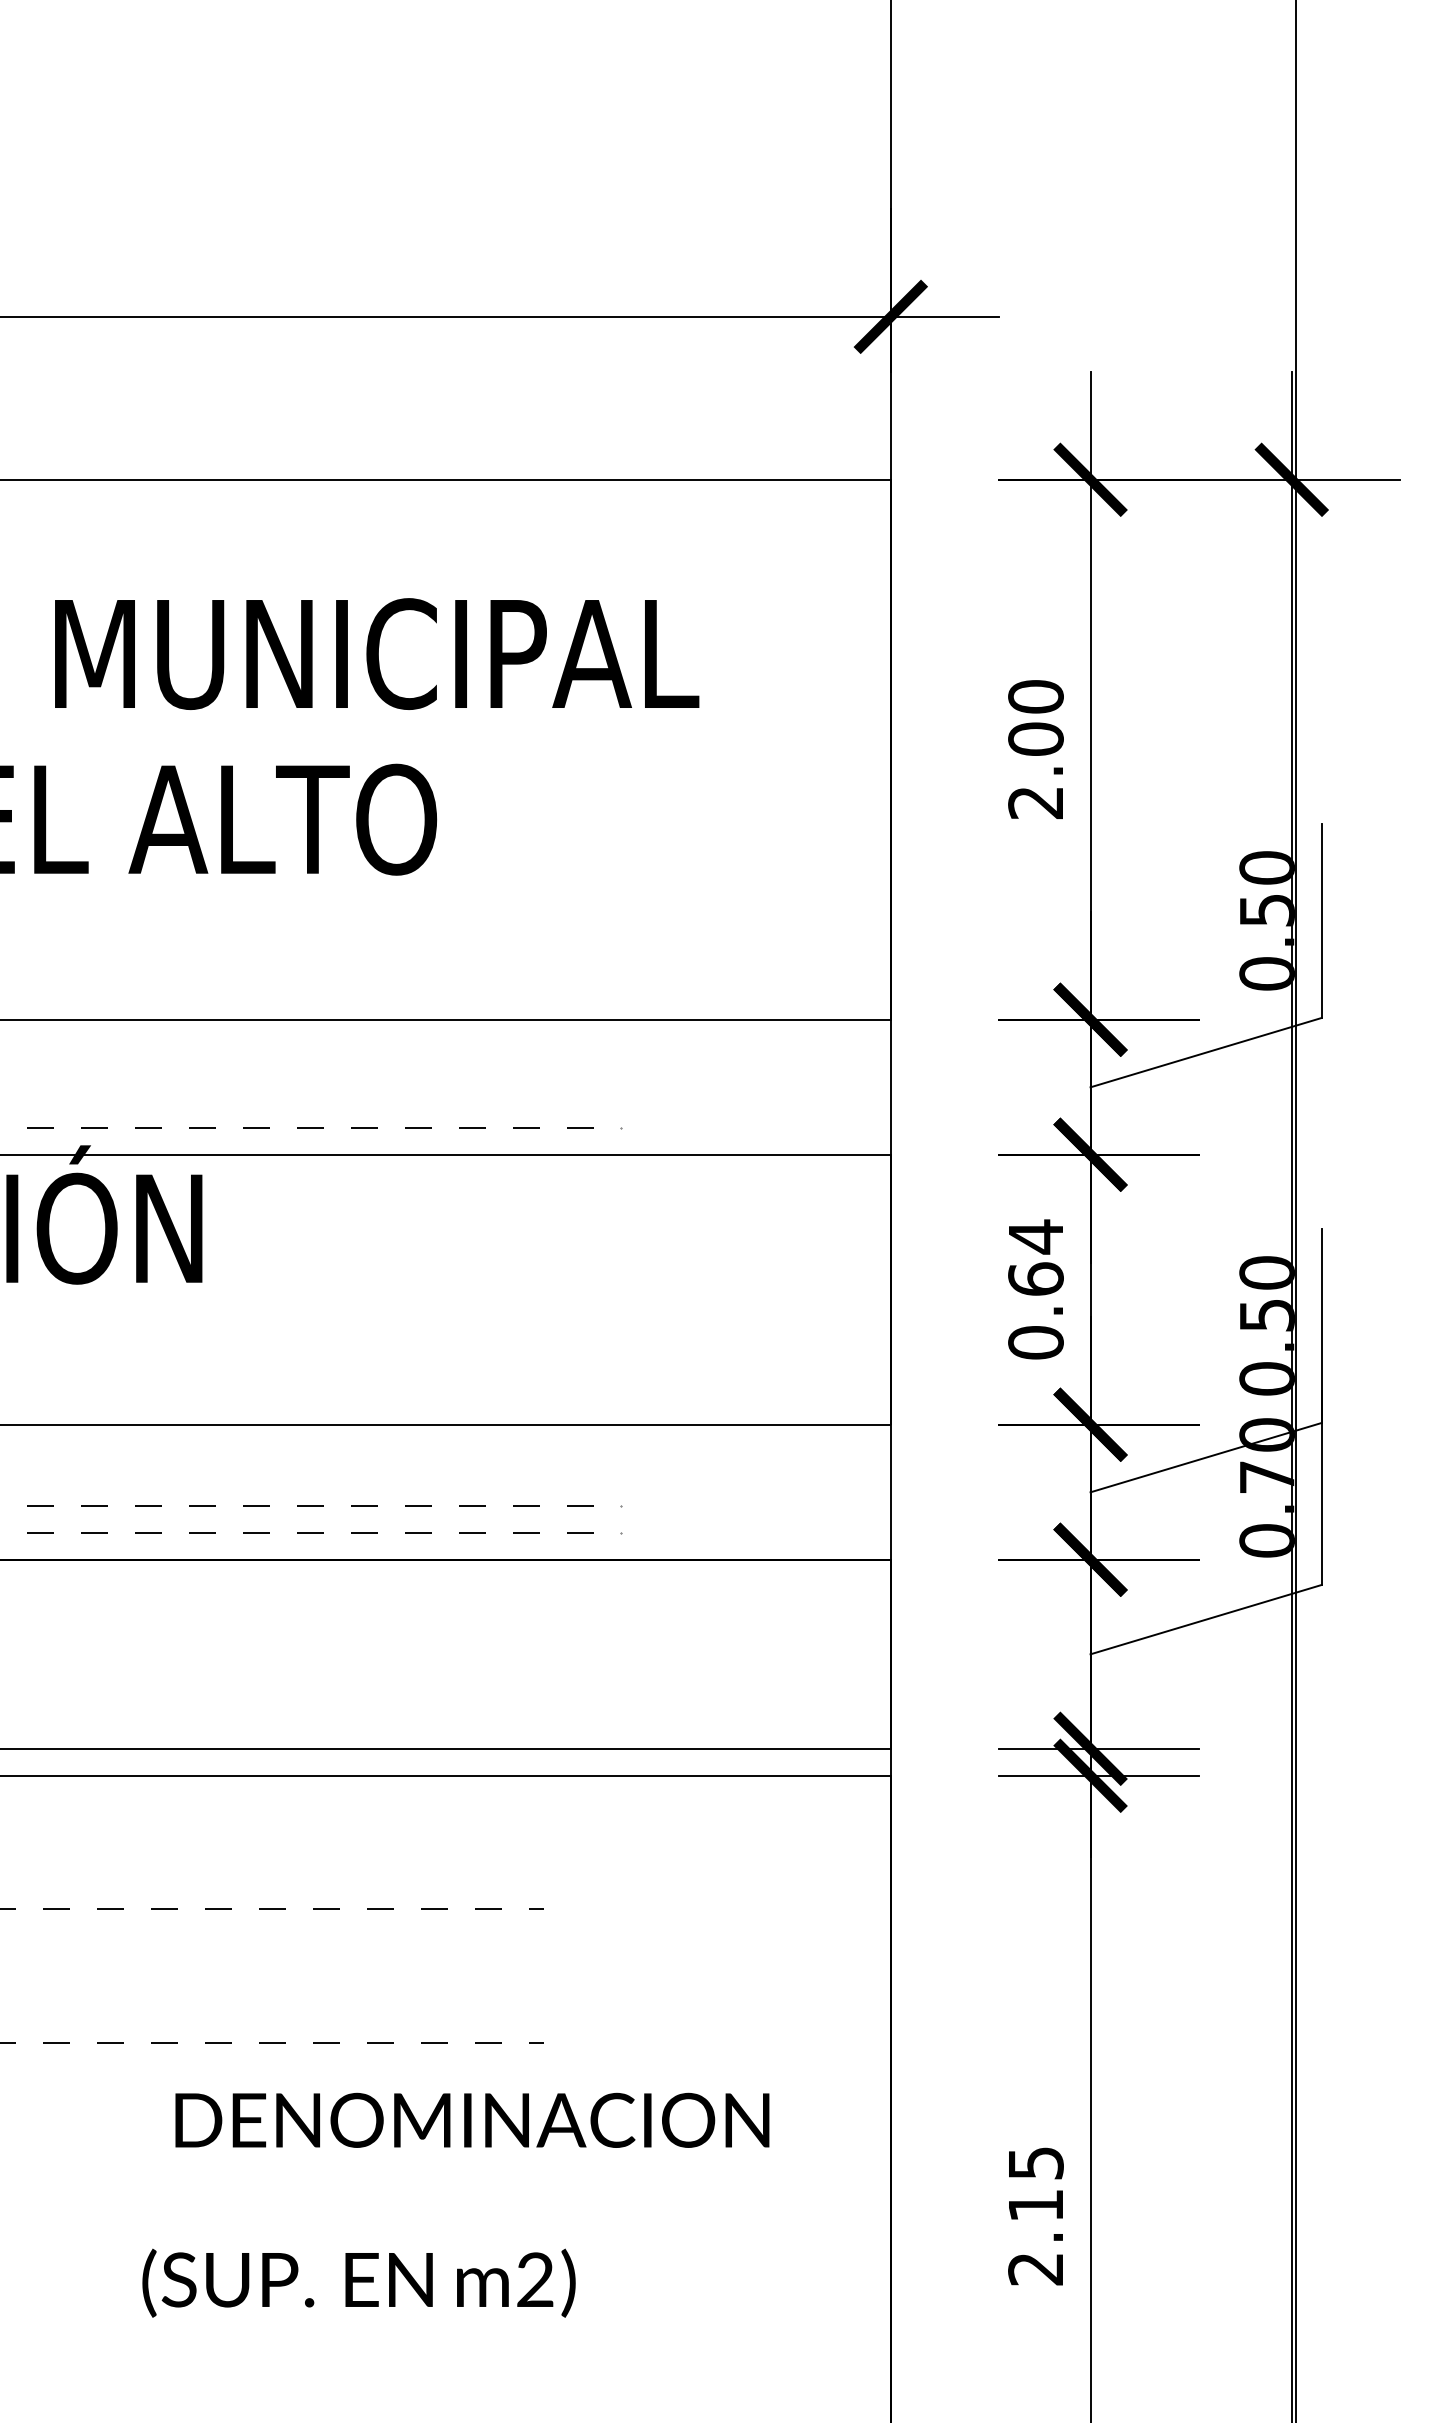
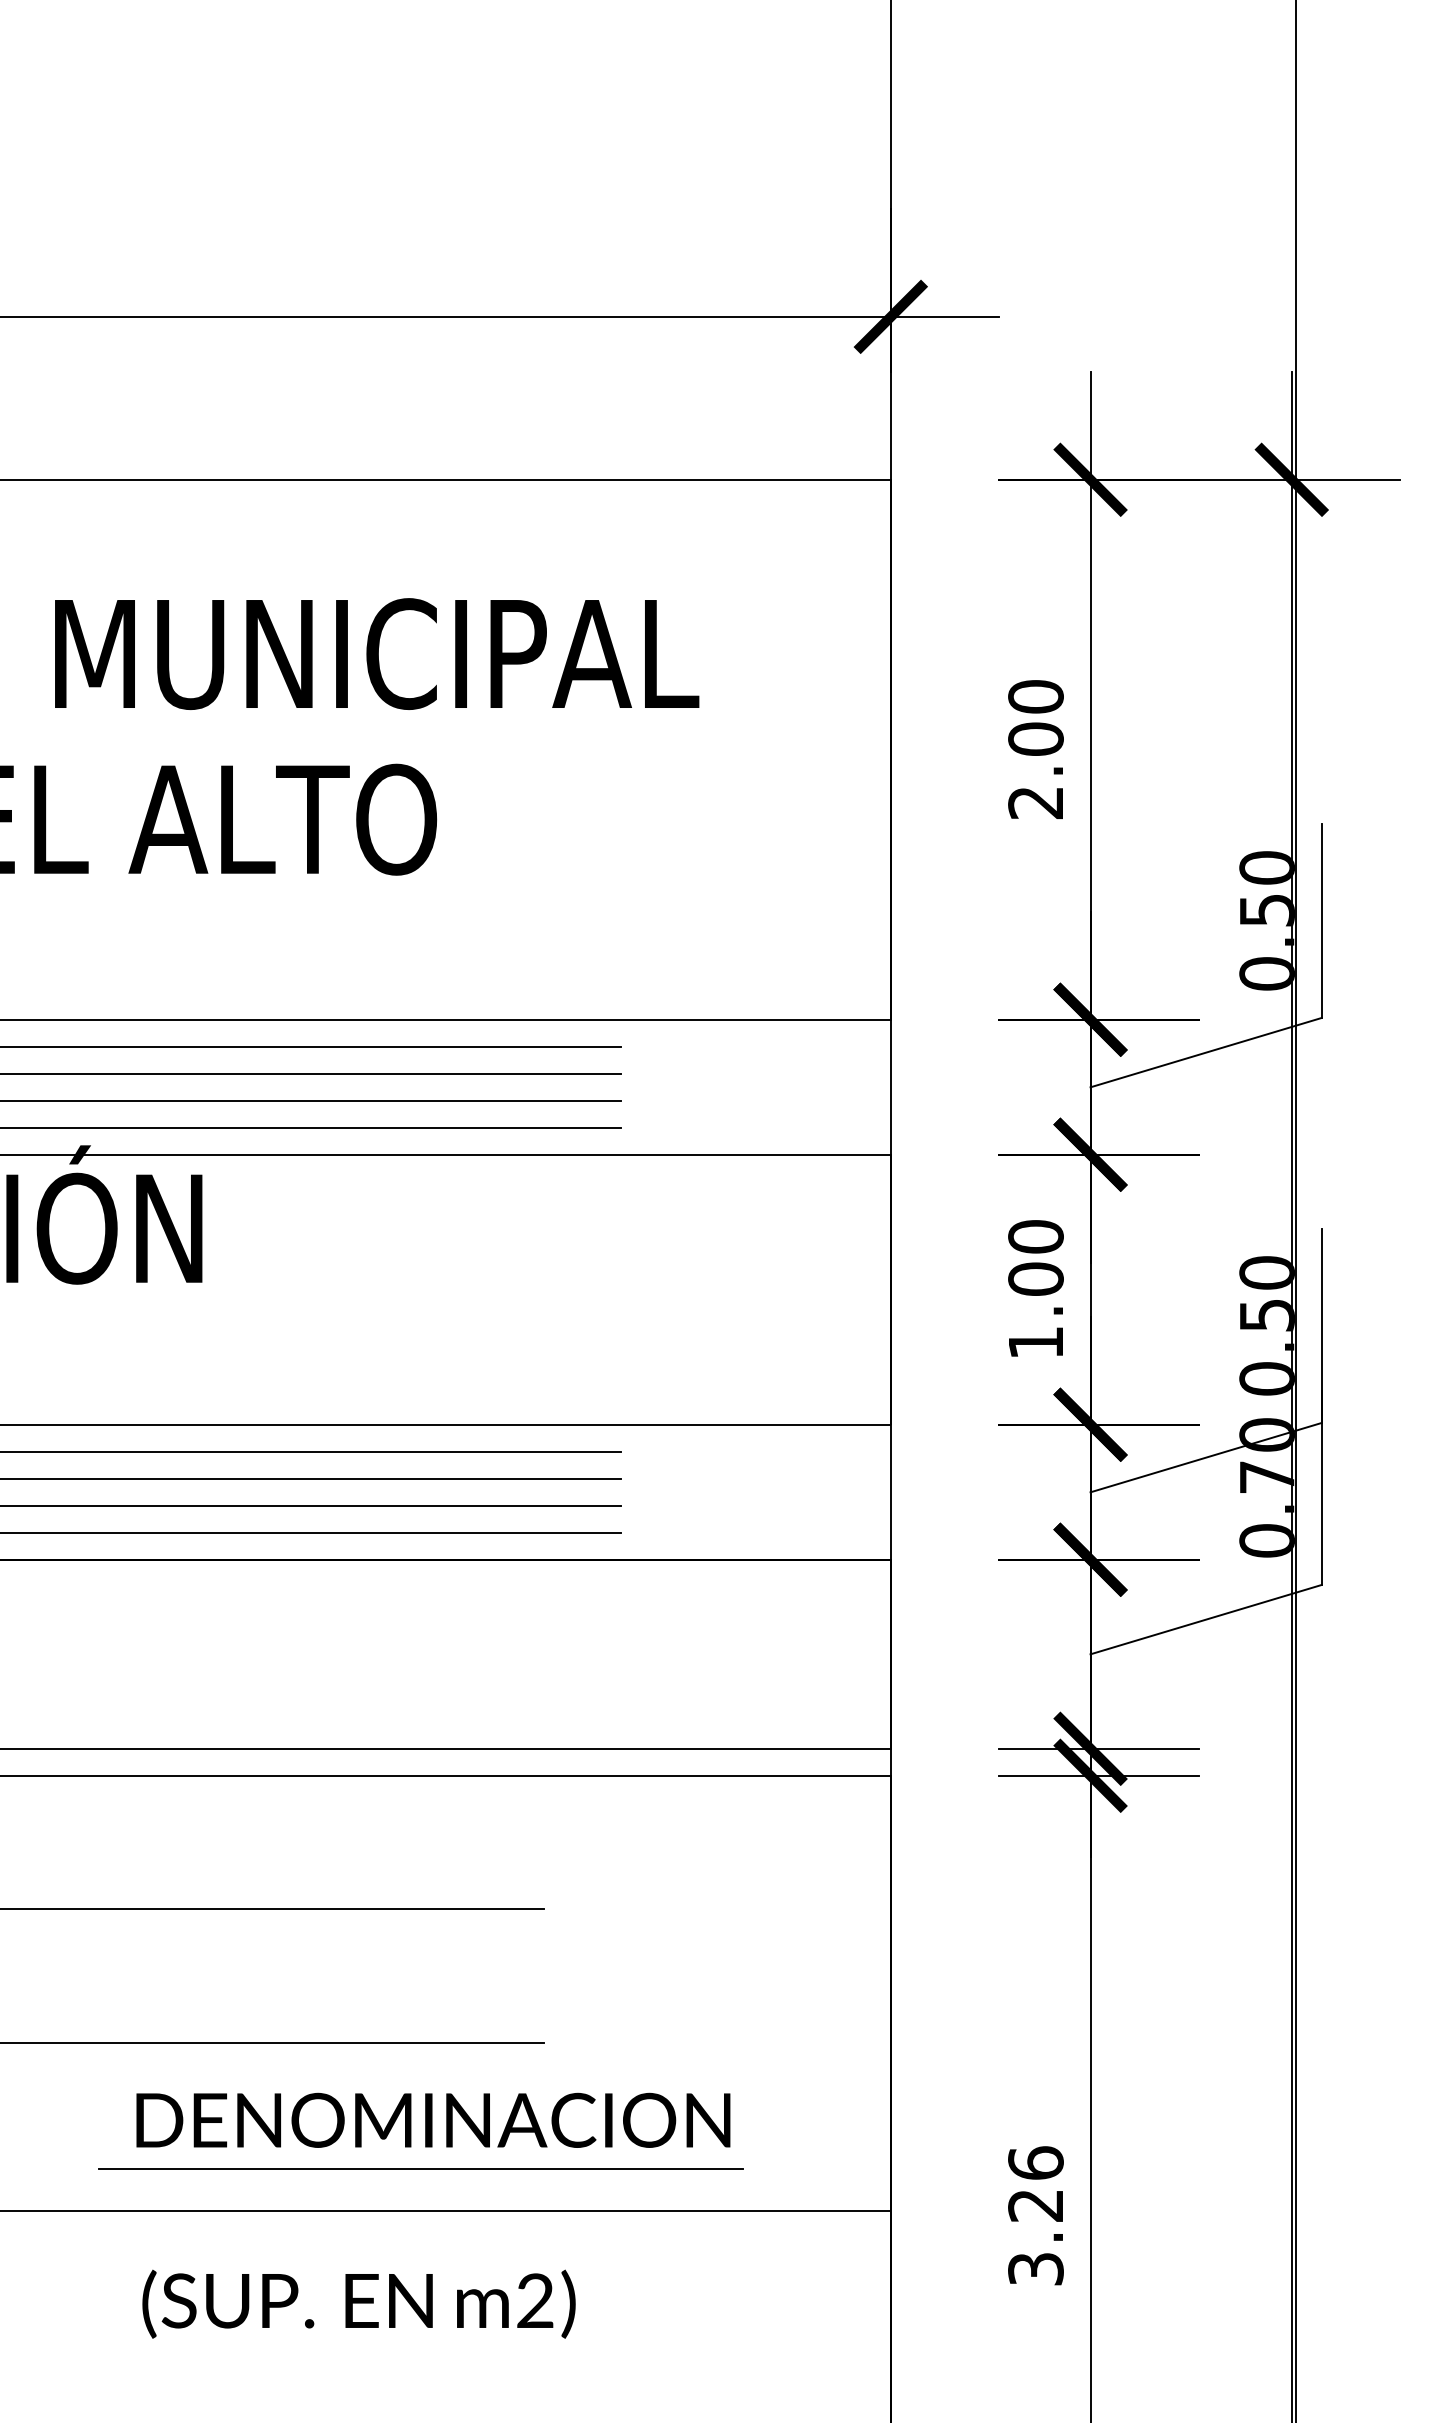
line at (311, 1046): none -> present
line at (311, 1073): none -> present
line at (311, 1100): none -> present
line at (310, 1127): dashed -> solid
text at (1035, 1289): 0.64 -> 1.00
line at (311, 1451): none -> present
line at (311, 1478): none -> present
line at (310, 1505): dashed -> solid
line at (310, 1532): dashed -> solid
line at (272, 1908): dashed -> solid
line at (272, 2043): dashed -> solid
text at (472, 2119) position: (472, 2119) -> (433, 2119)
line at (420, 2168): none -> present
line at (446, 2211): none -> present
text at (1035, 2215): 2.15 -> 3.26
text at (358, 2282) position: (358, 2282) -> (358, 2303)
